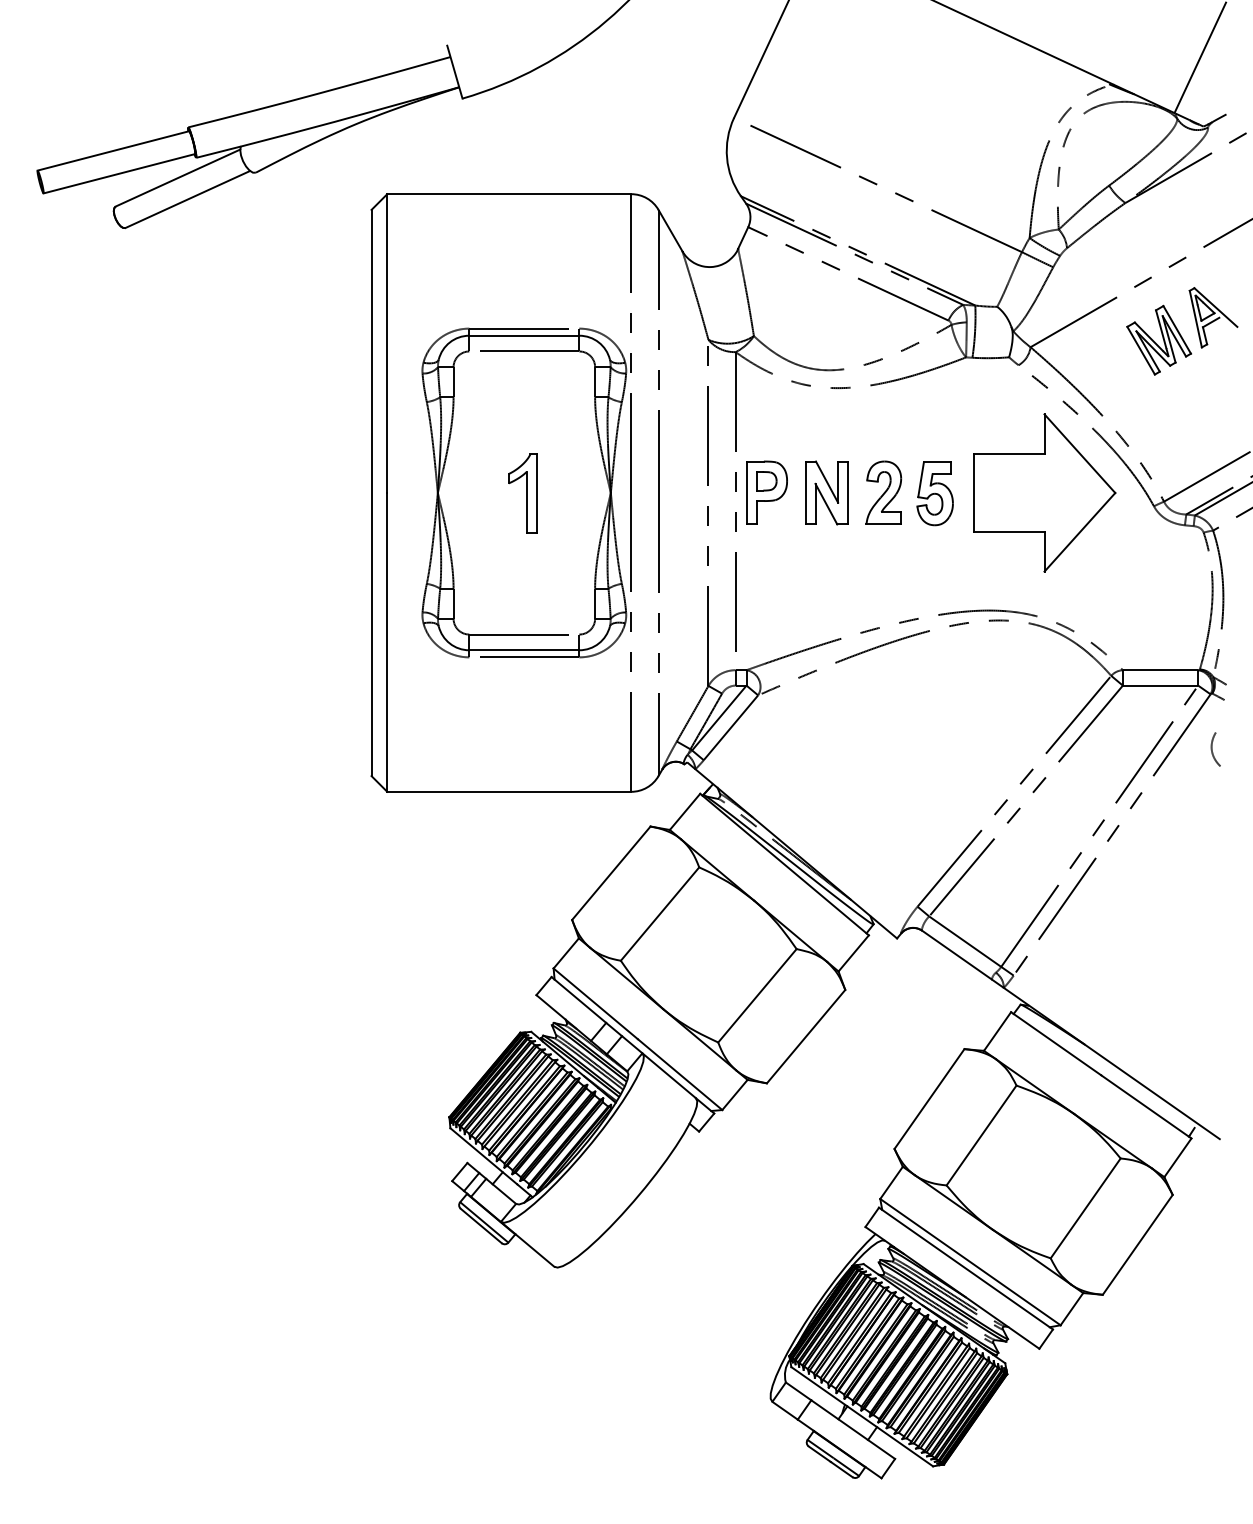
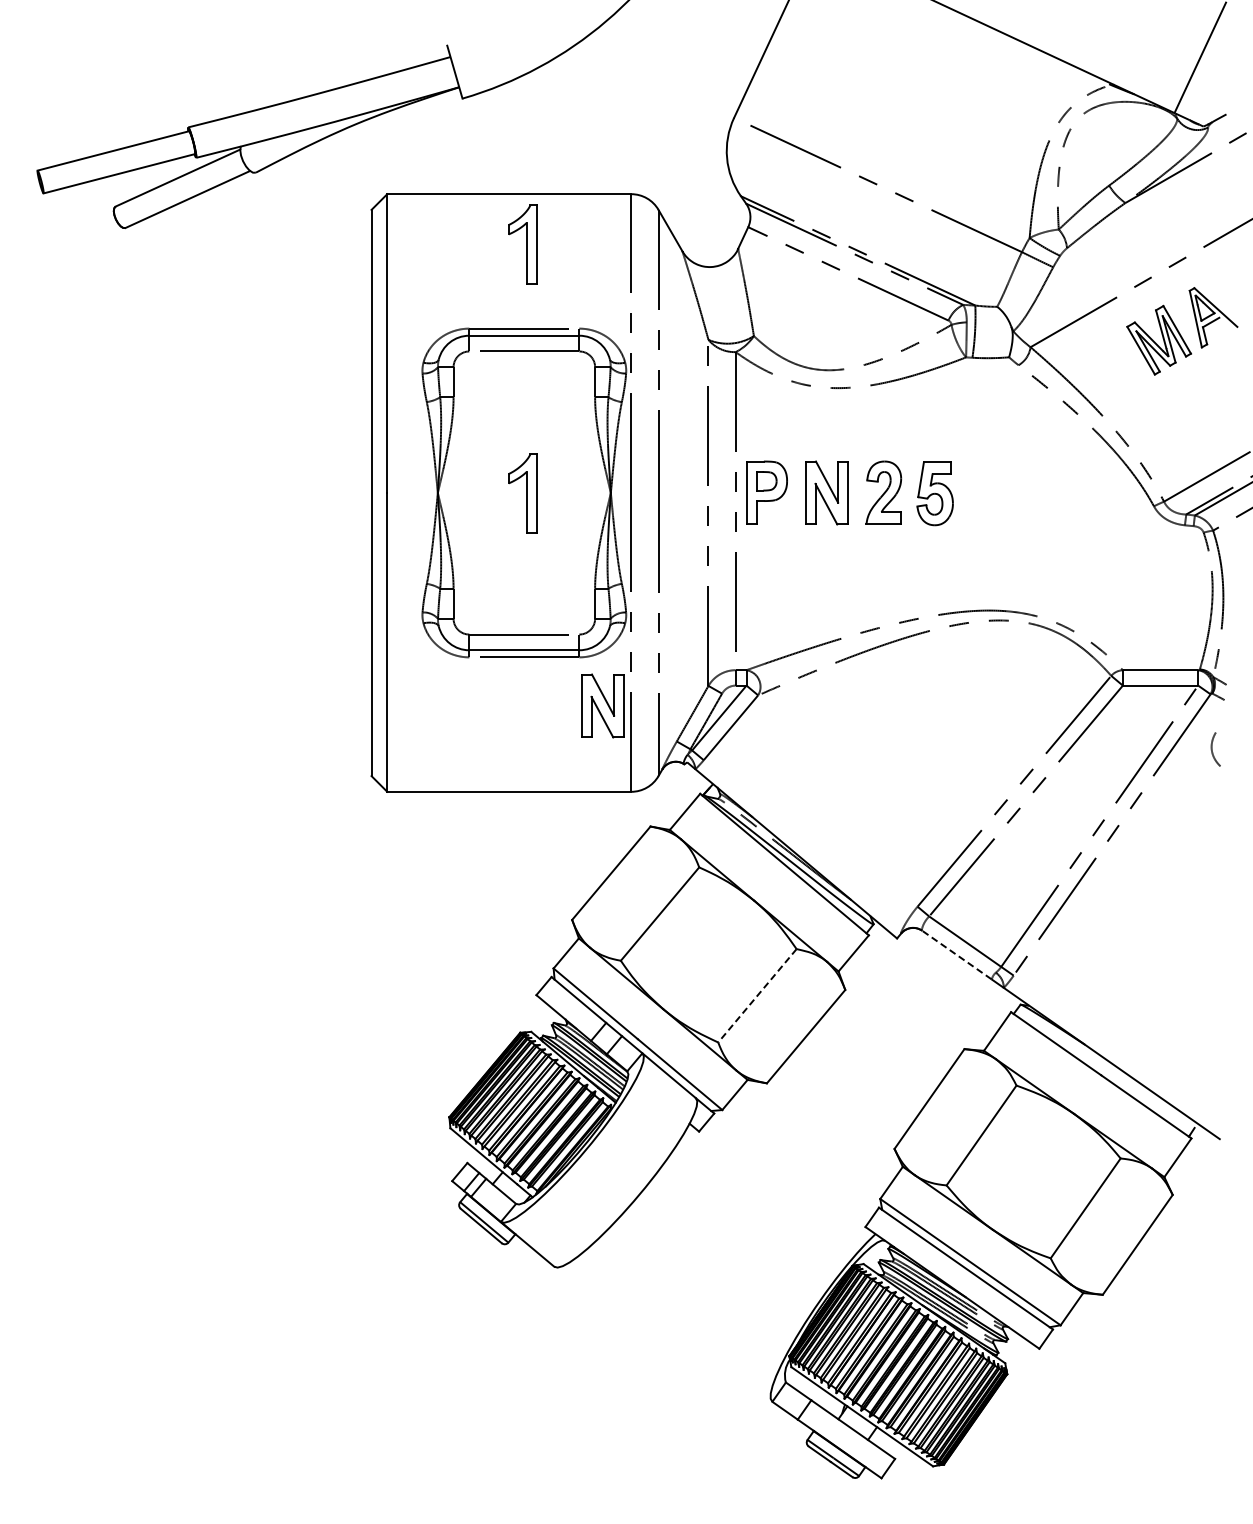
part at (522, 244): none -> present
part at (1044, 492): present -> none
part at (602, 705): none -> present
line at (956, 954): solid -> dashed
line at (757, 995): solid -> dashed
